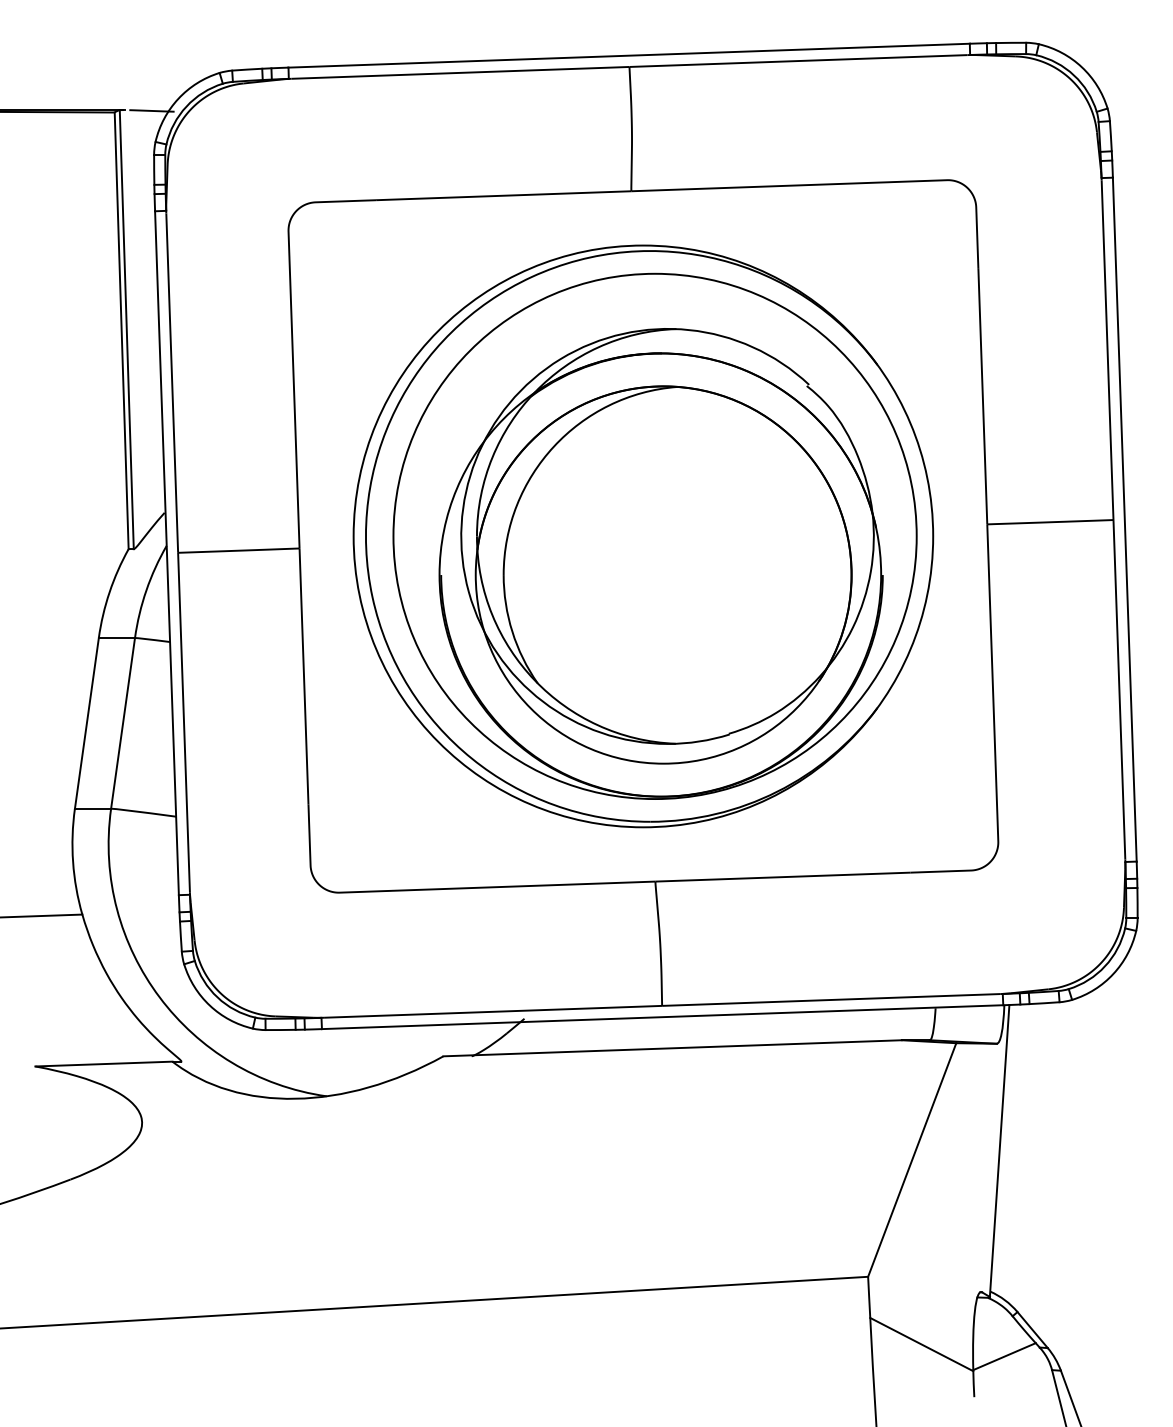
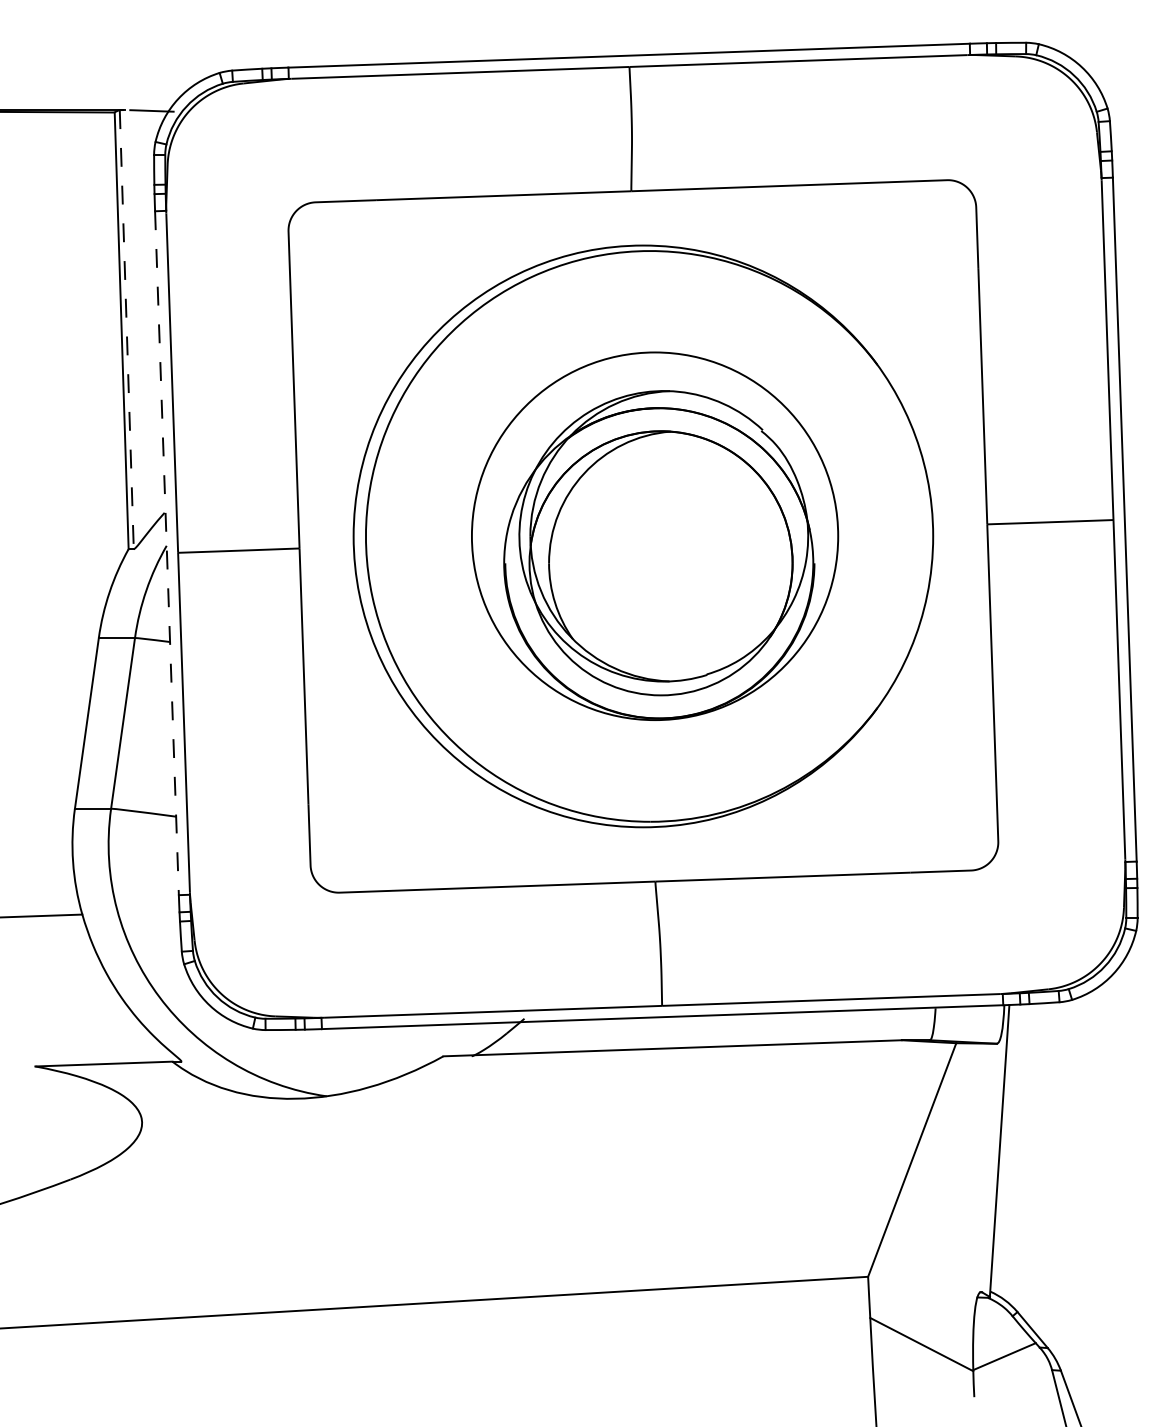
line at (126, 329): solid -> dashed
part at (654, 535) size: 526x528 px -> 369x370 px
line at (167, 553): solid -> dashed
